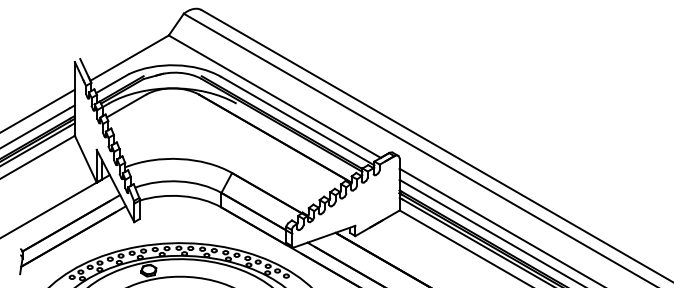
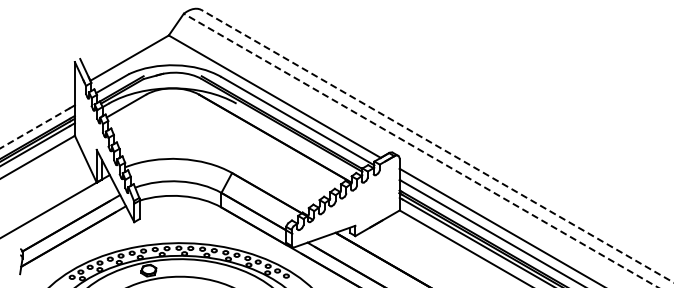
line at (38, 110): present -> none
line at (35, 128): solid -> dashed
line at (437, 146): solid -> dashed
line at (421, 150): solid -> dashed
